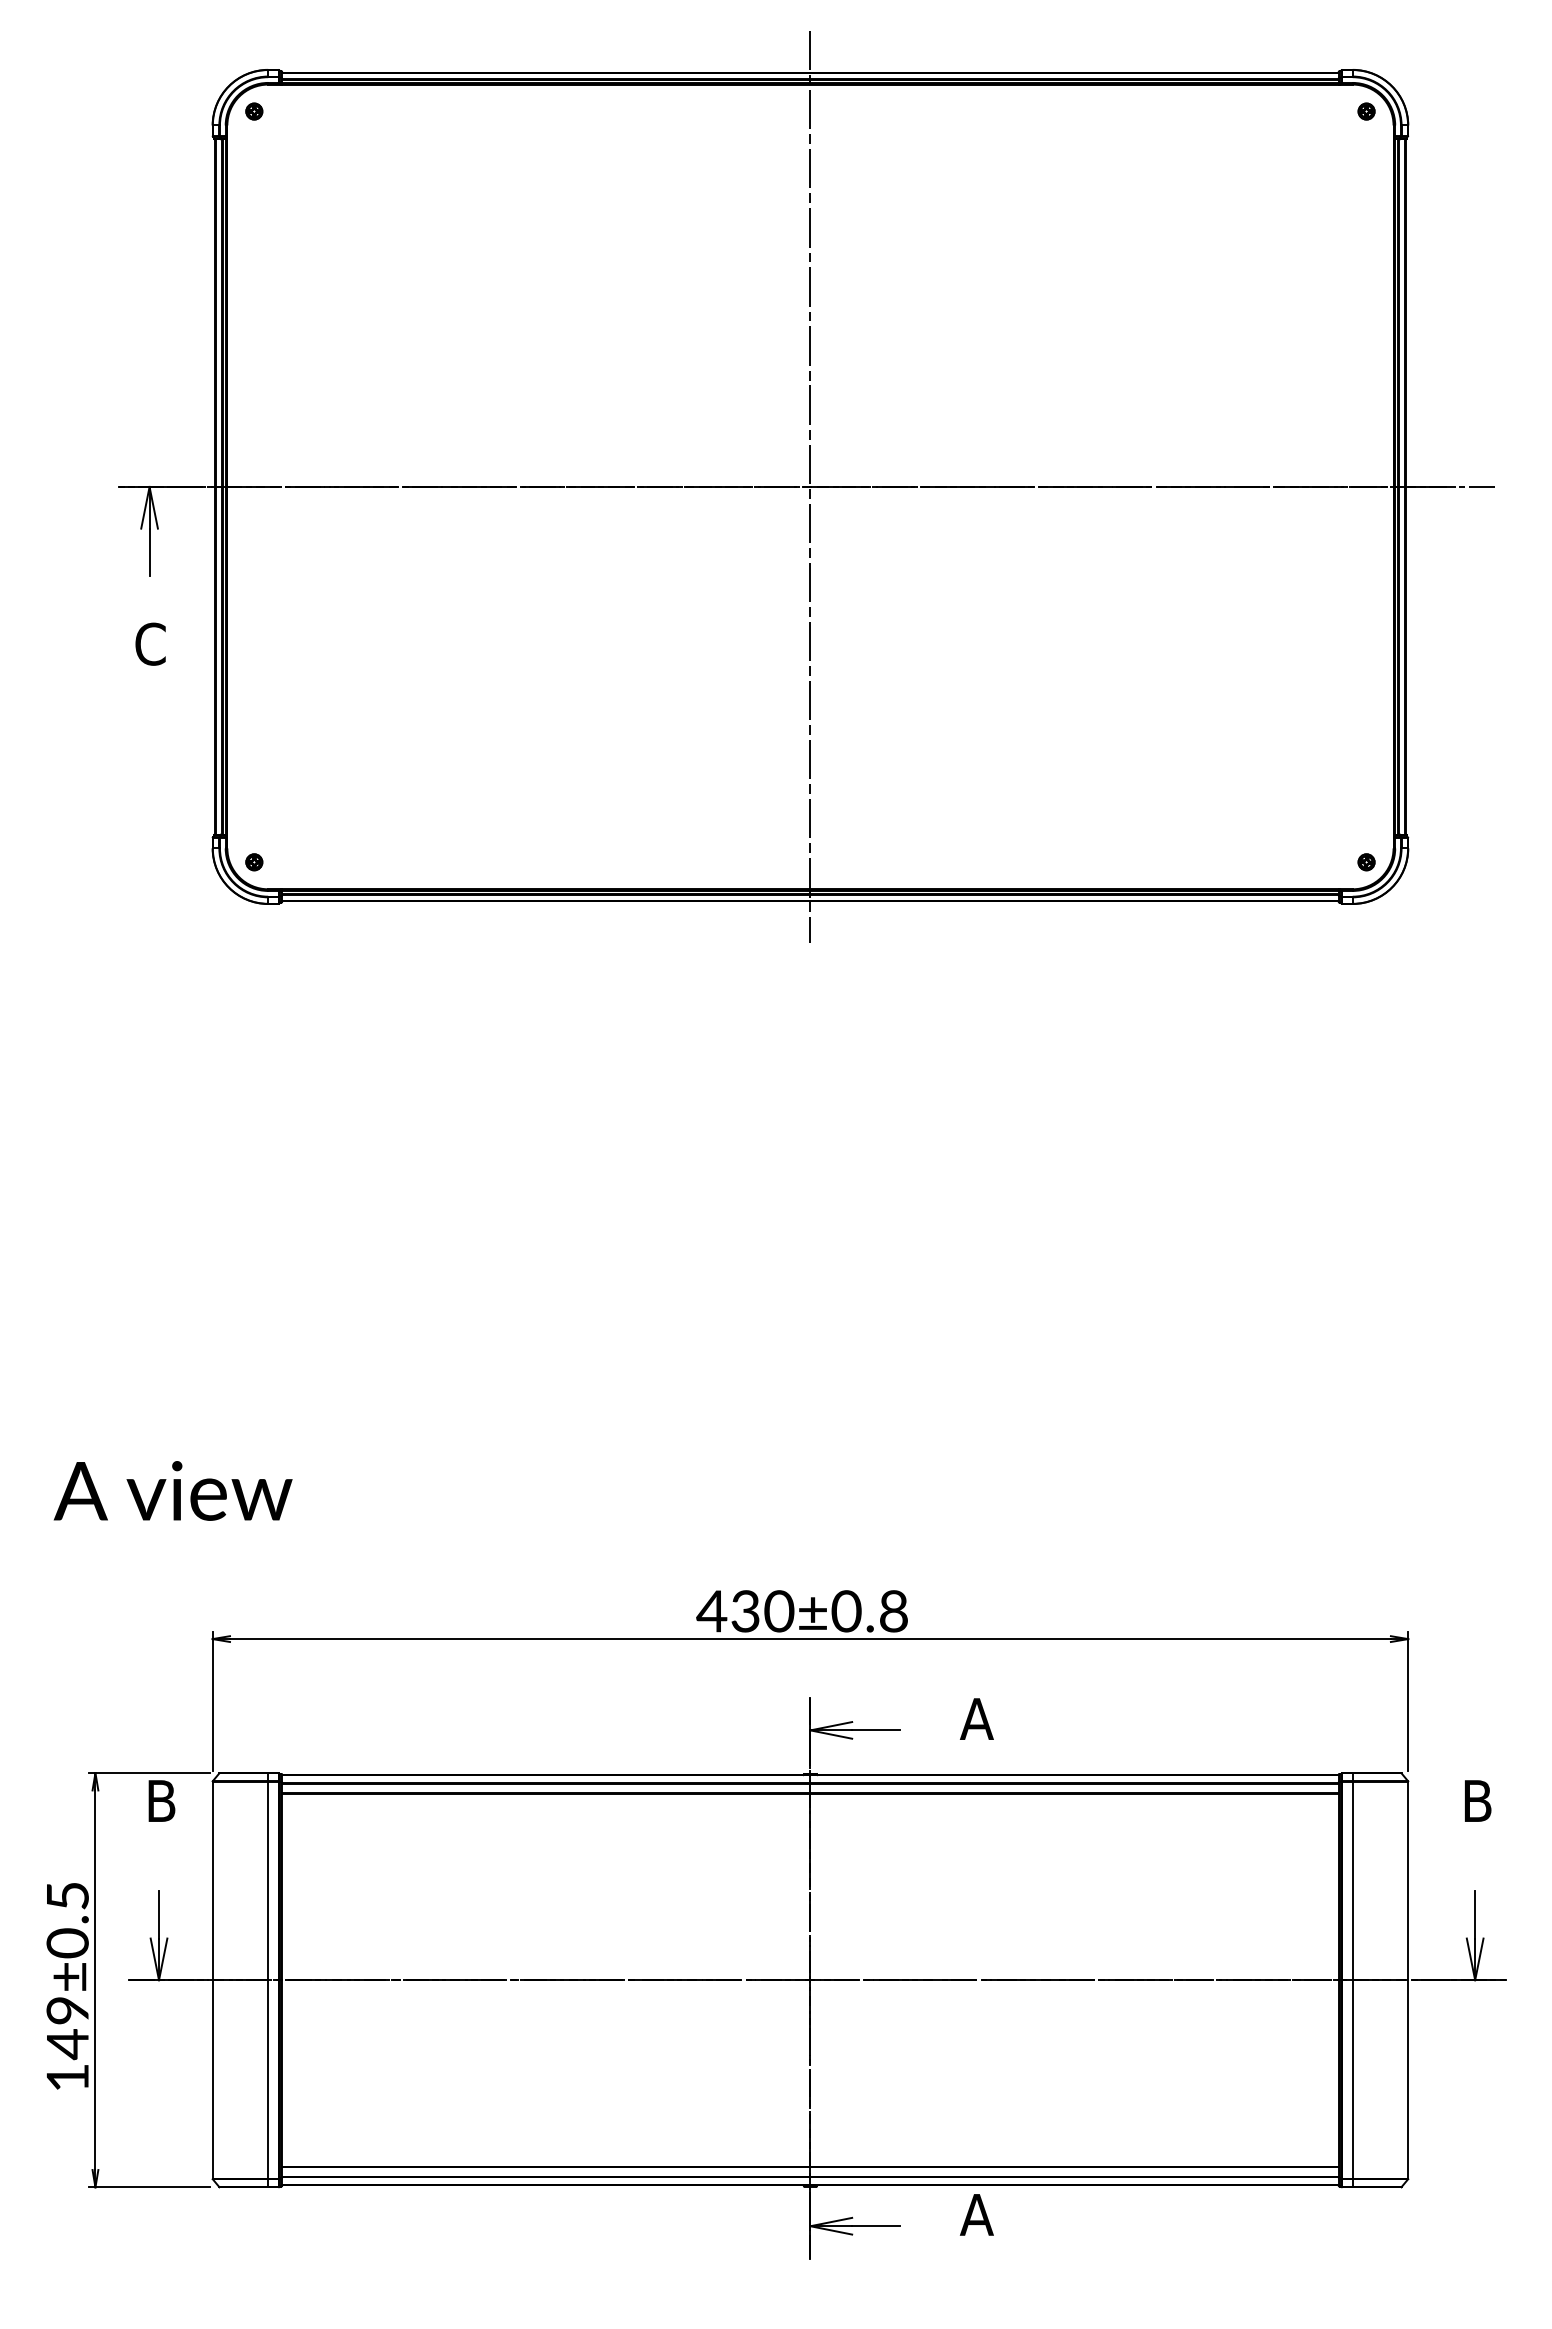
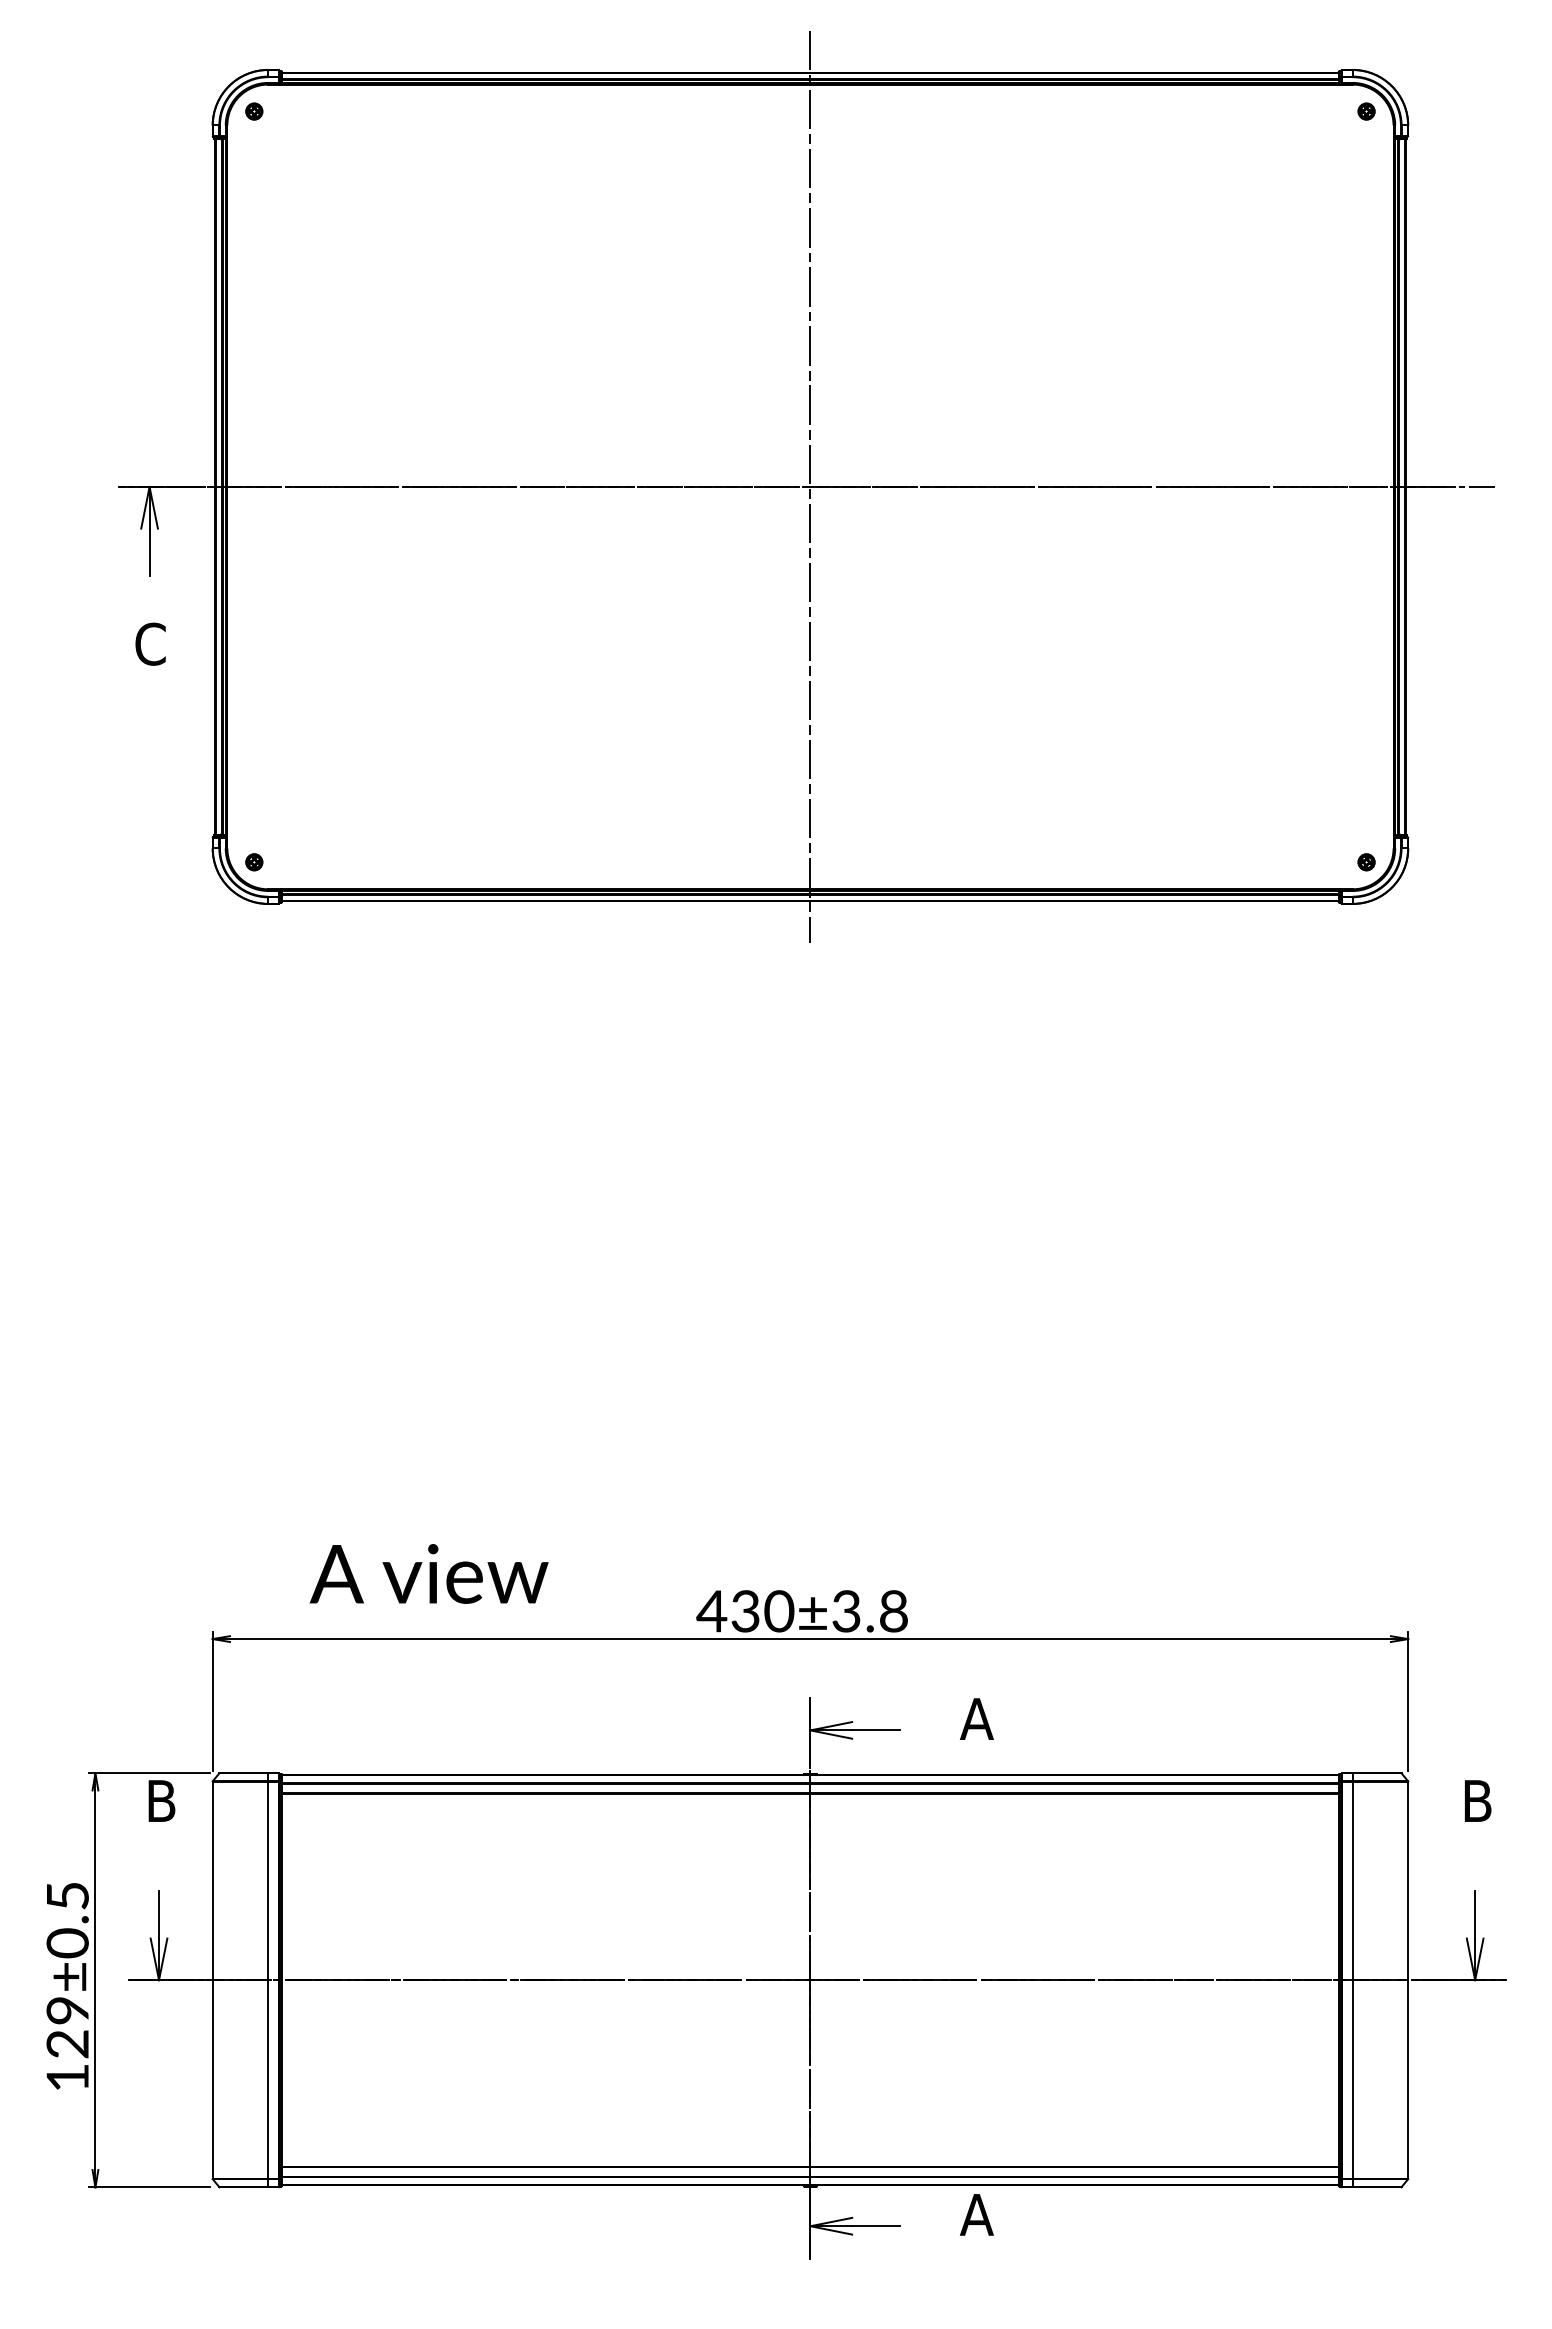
text at (172, 1490) position: (172, 1490) -> (428, 1573)
text at (846, 1611): 430±0.8 -> 430±3.8
text at (67, 2044): 149±0.5 -> 129±0.5
